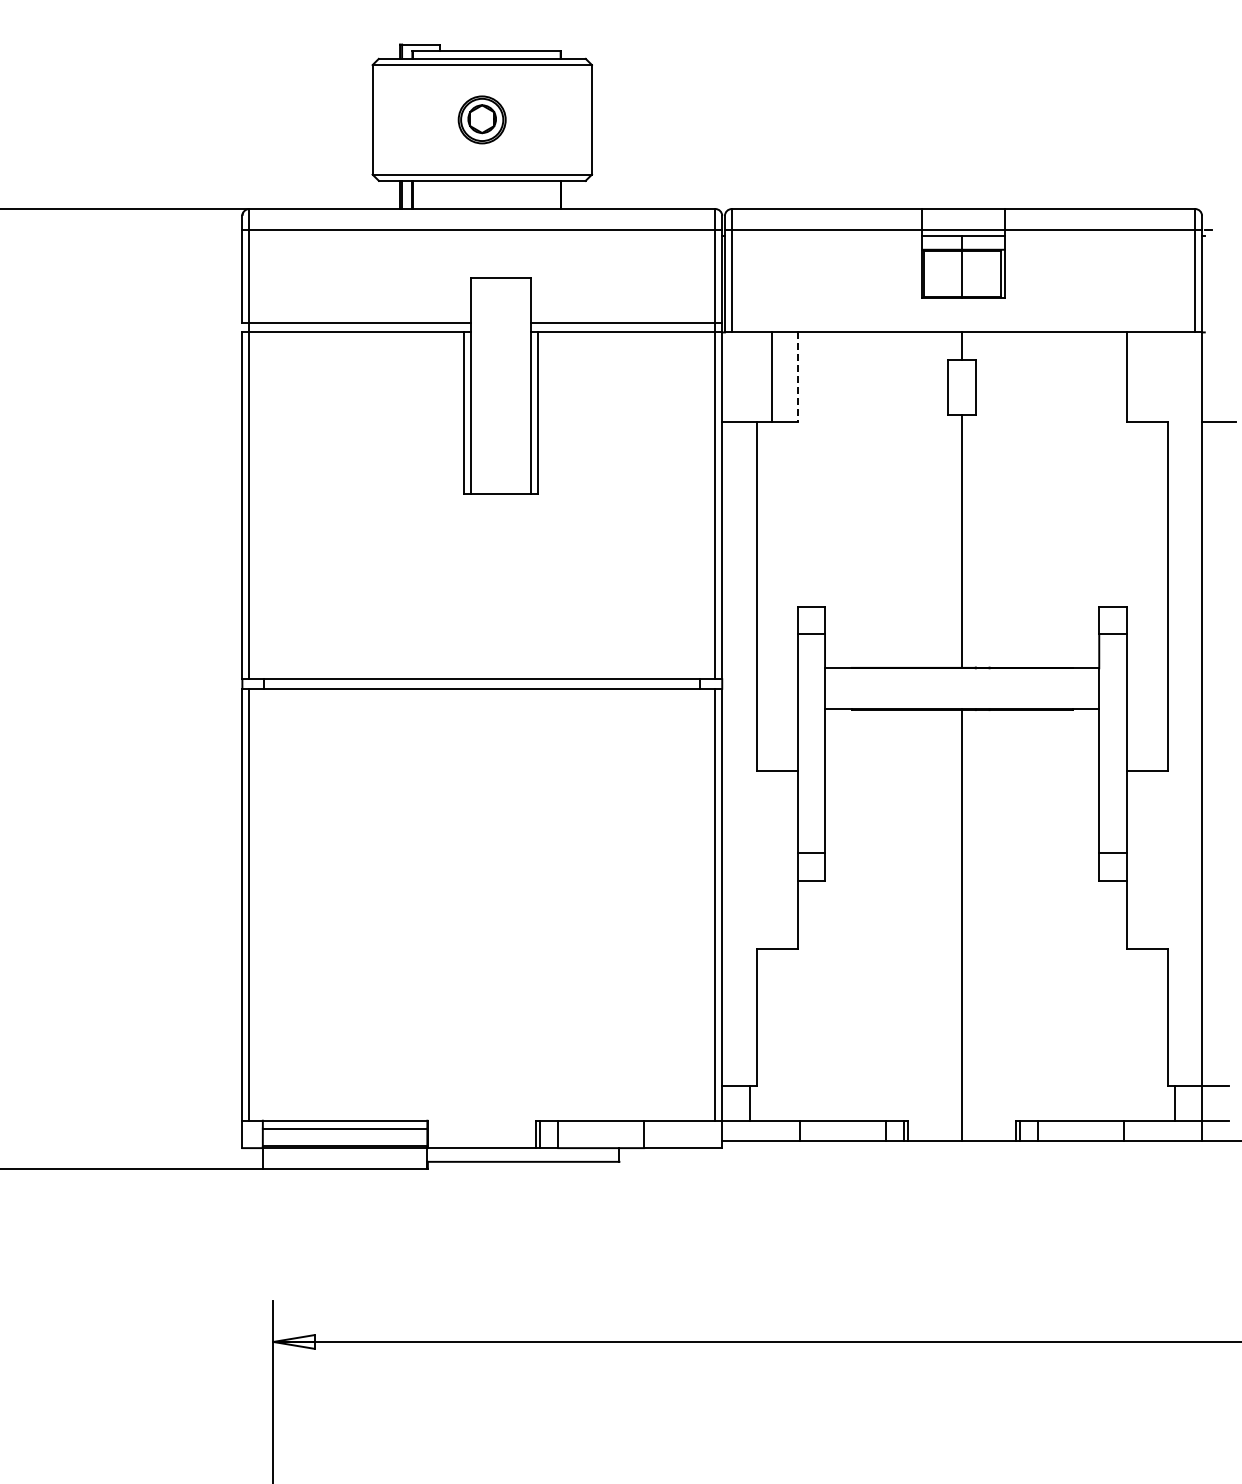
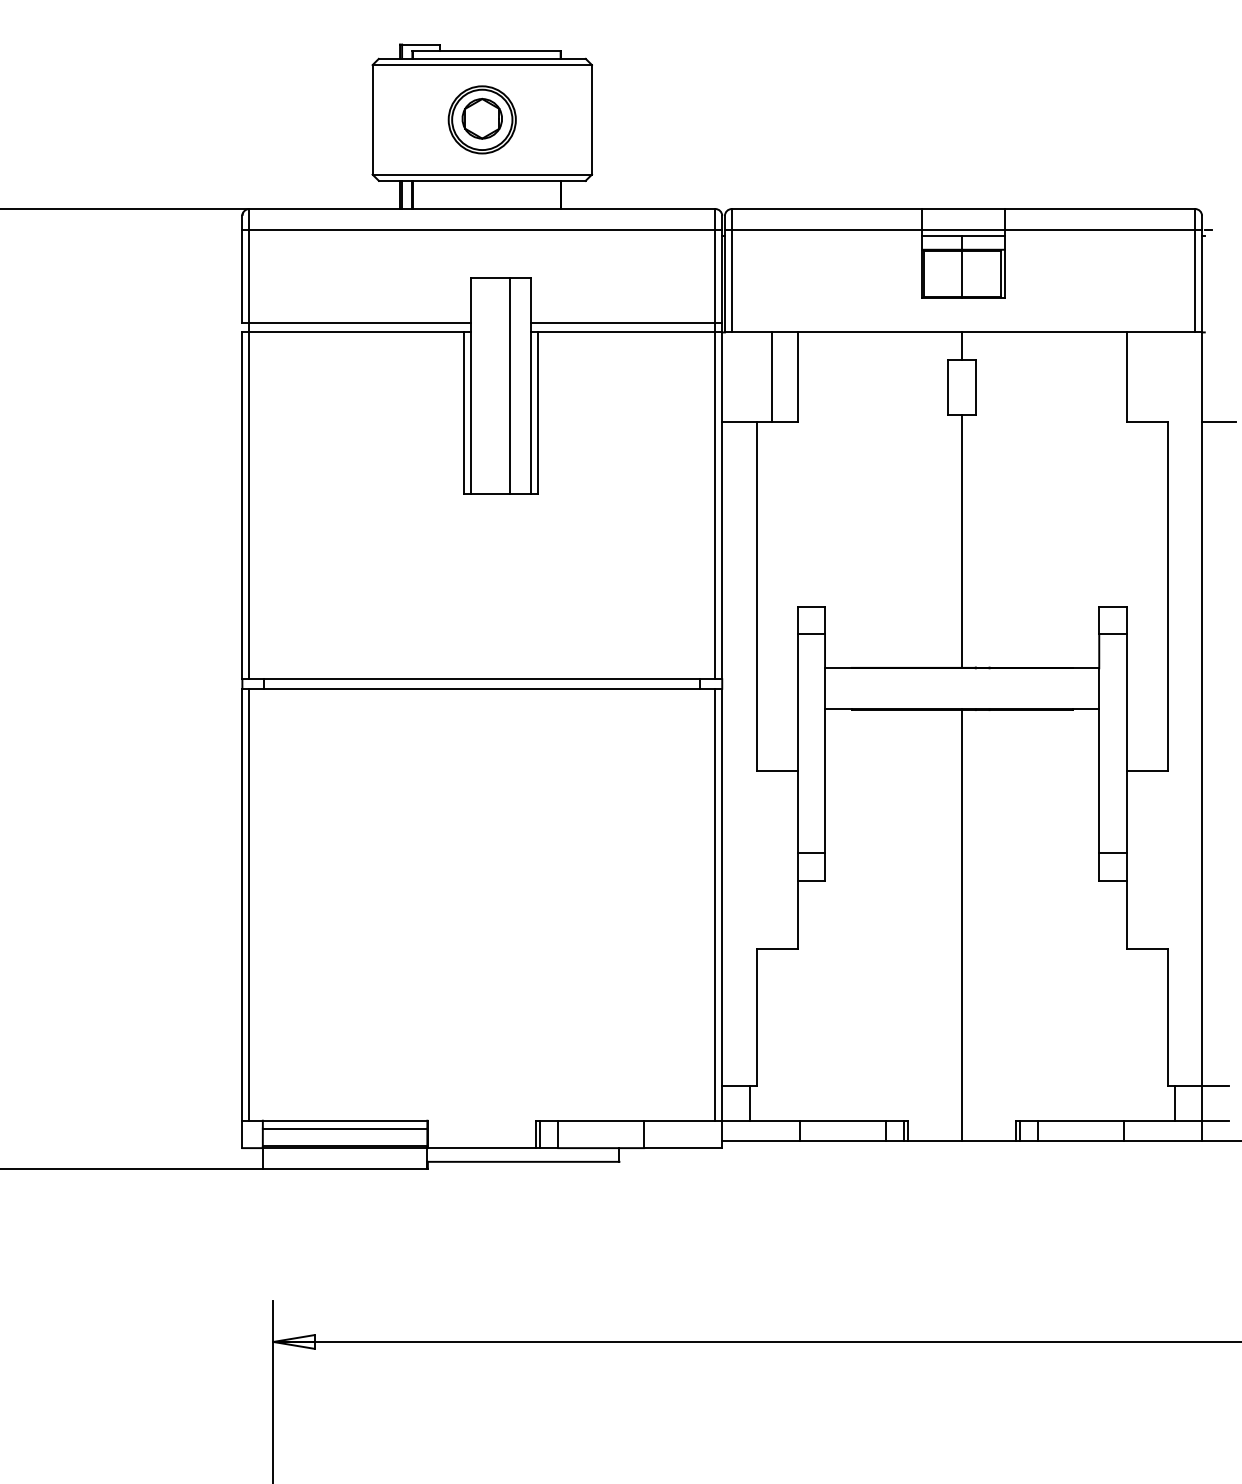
part at (481, 119) size: 50x50 px -> 70x70 px
line at (797, 376): dashed -> solid
line at (509, 385): none -> present
